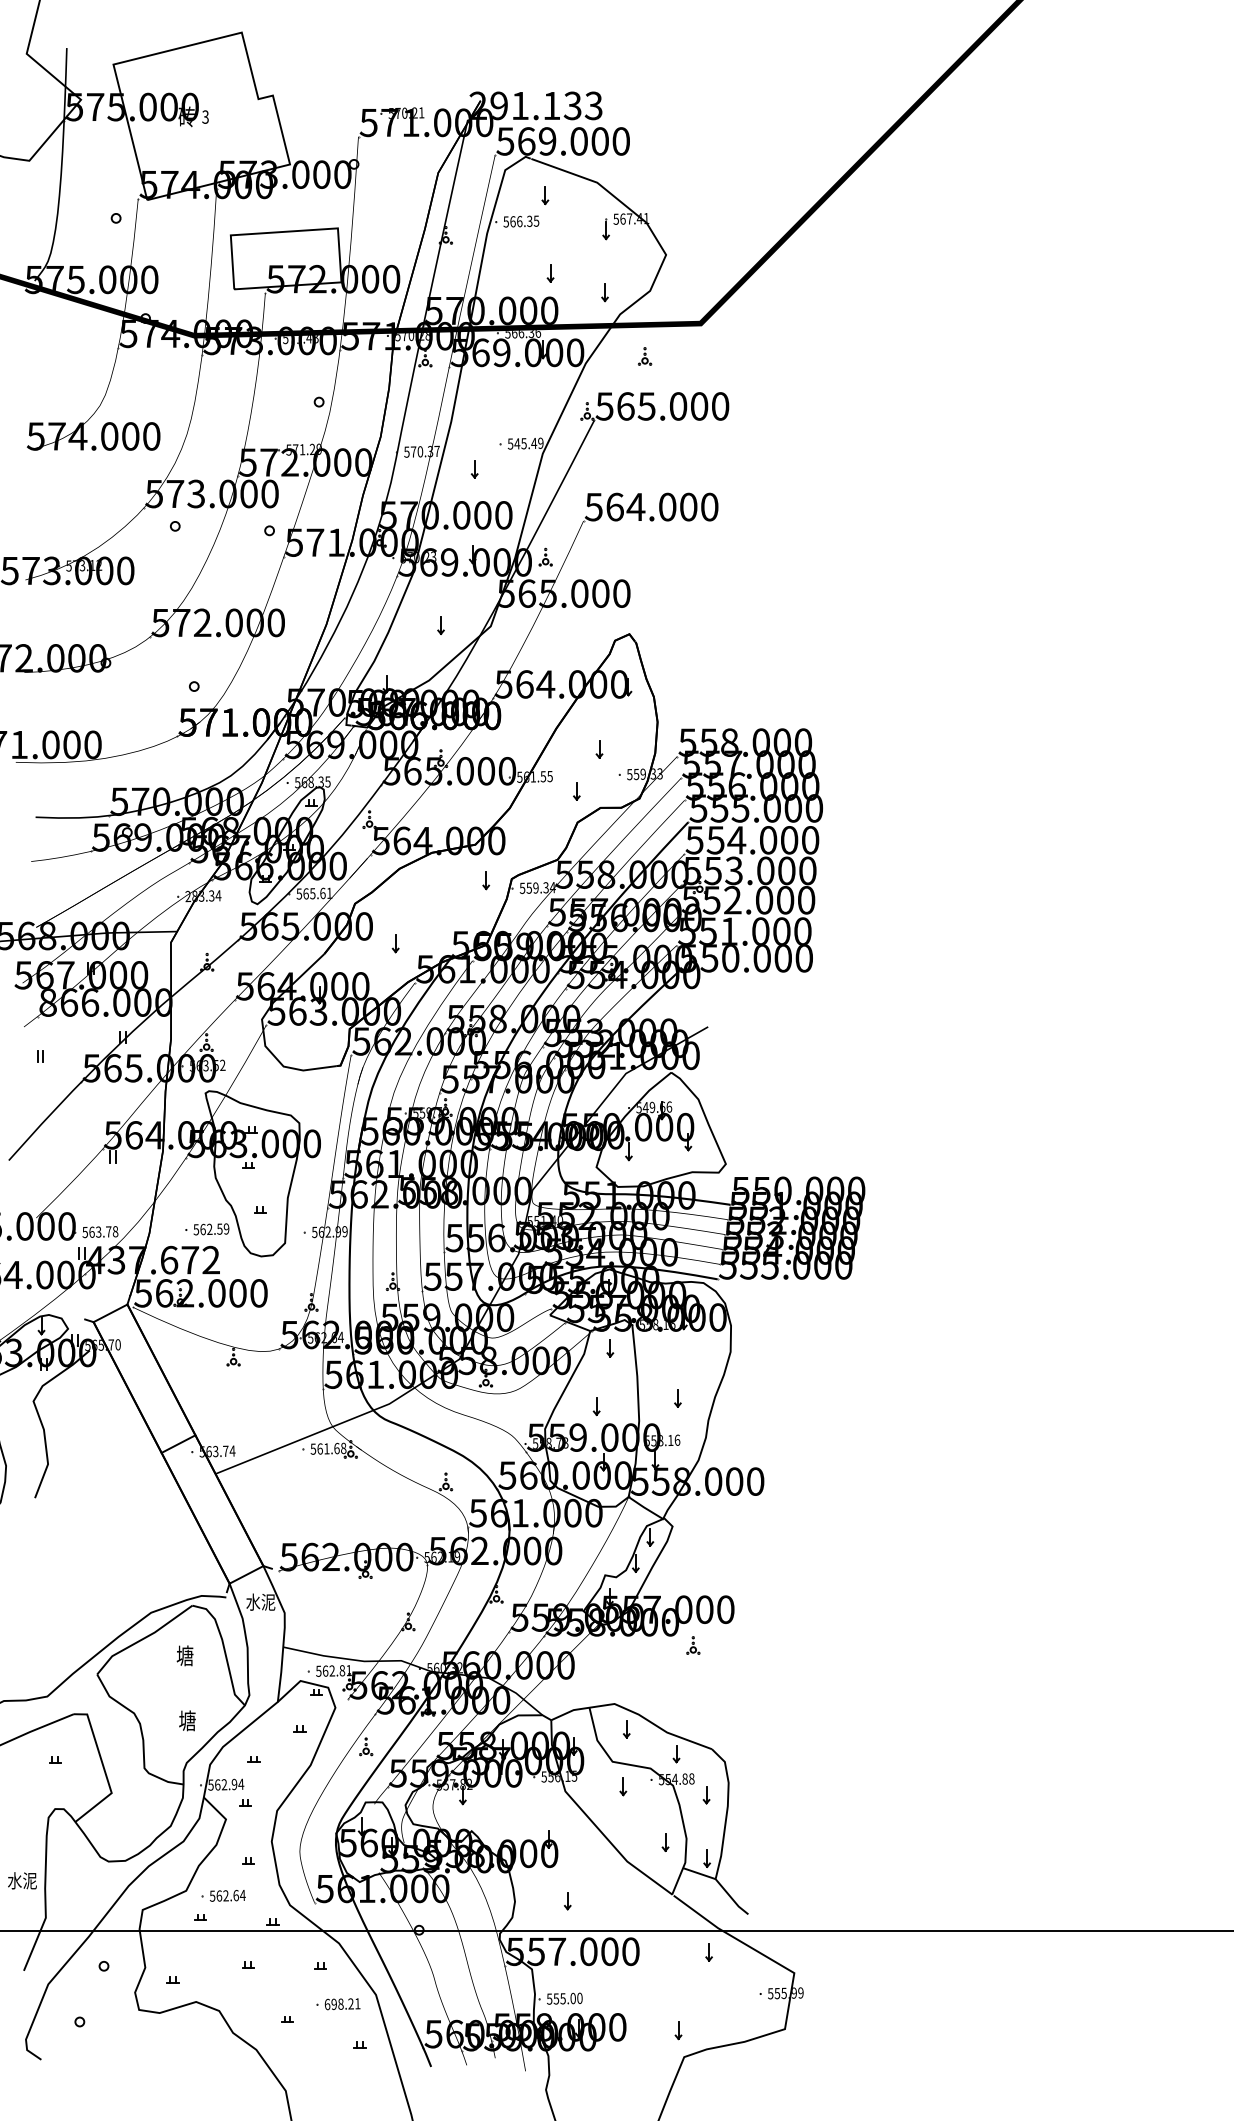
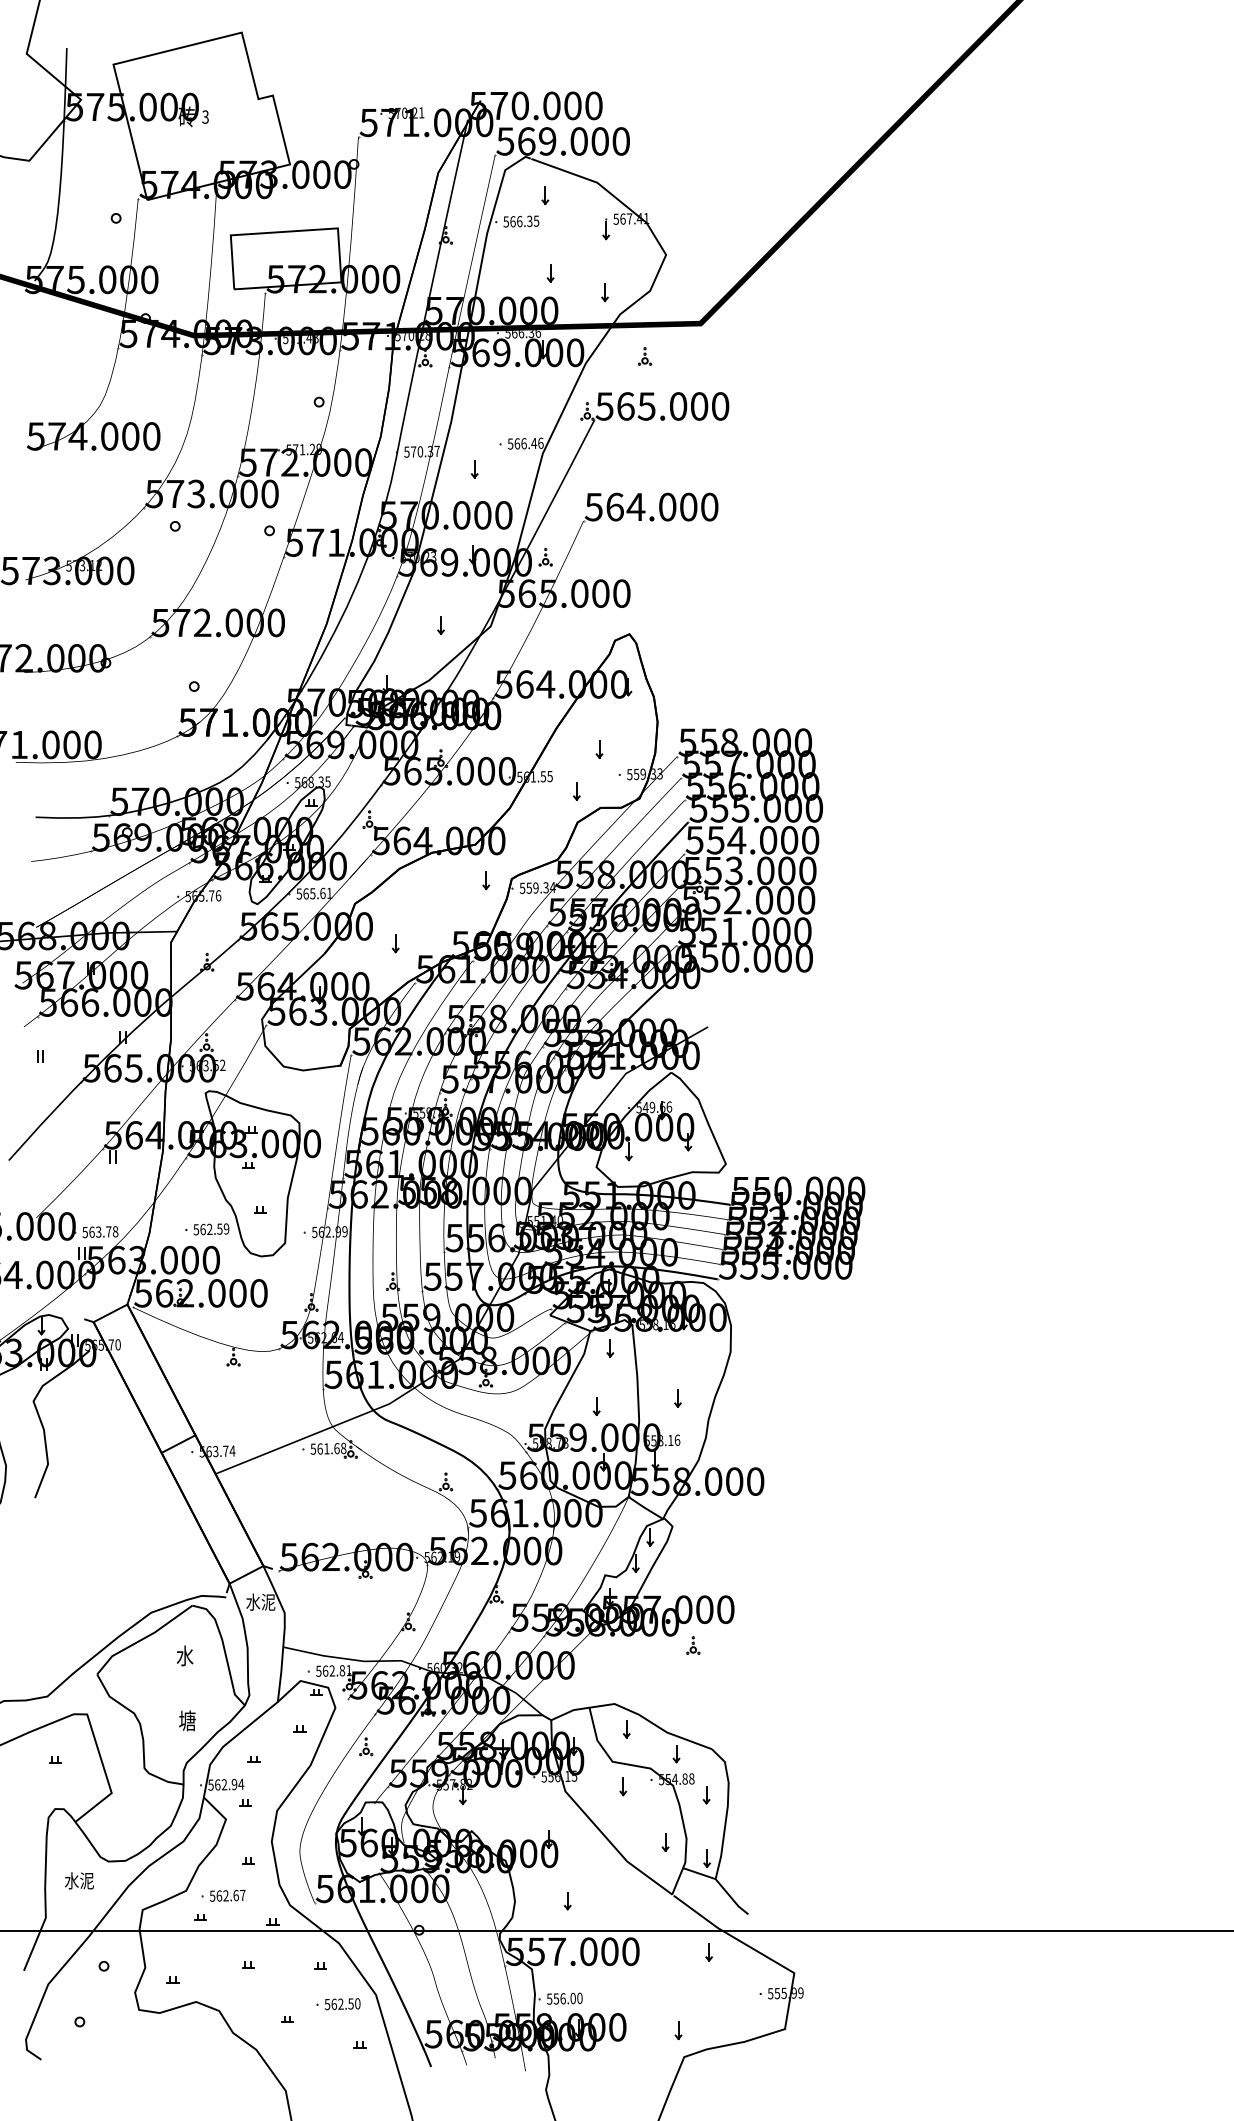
text at (535, 105): 291.133 -> 570.000
text at (528, 443): 545.49 -> 566.46
text at (203, 896): 283.34 -> 565.76
text at (47, 1002): 866.000 -> 566.000
text at (152, 1259): 437.672 -> 563.000
text at (184, 1655): 塘 -> 水
text at (22, 1880) position: (22, 1880) -> (79, 1880)
text at (242, 1895): 562.64 -> 562.67
text at (562, 1998): 555.00 -> 556.00
text at (342, 2004): 698.21 -> 562.50
